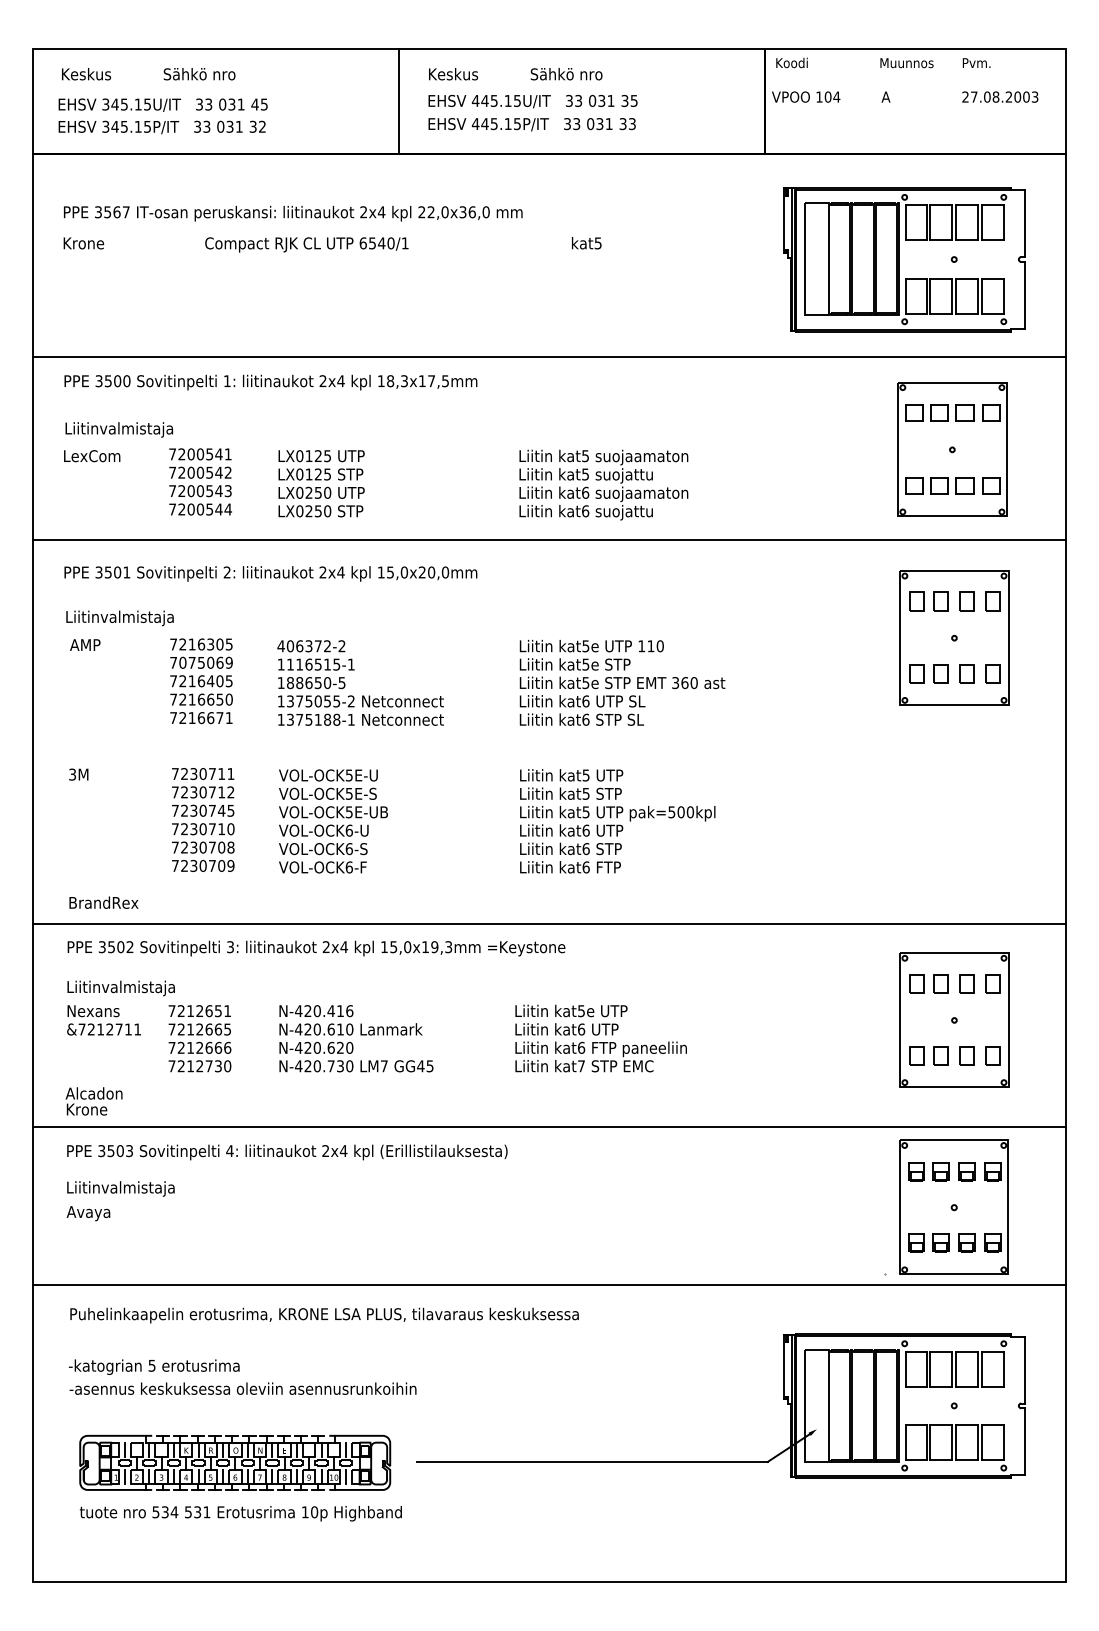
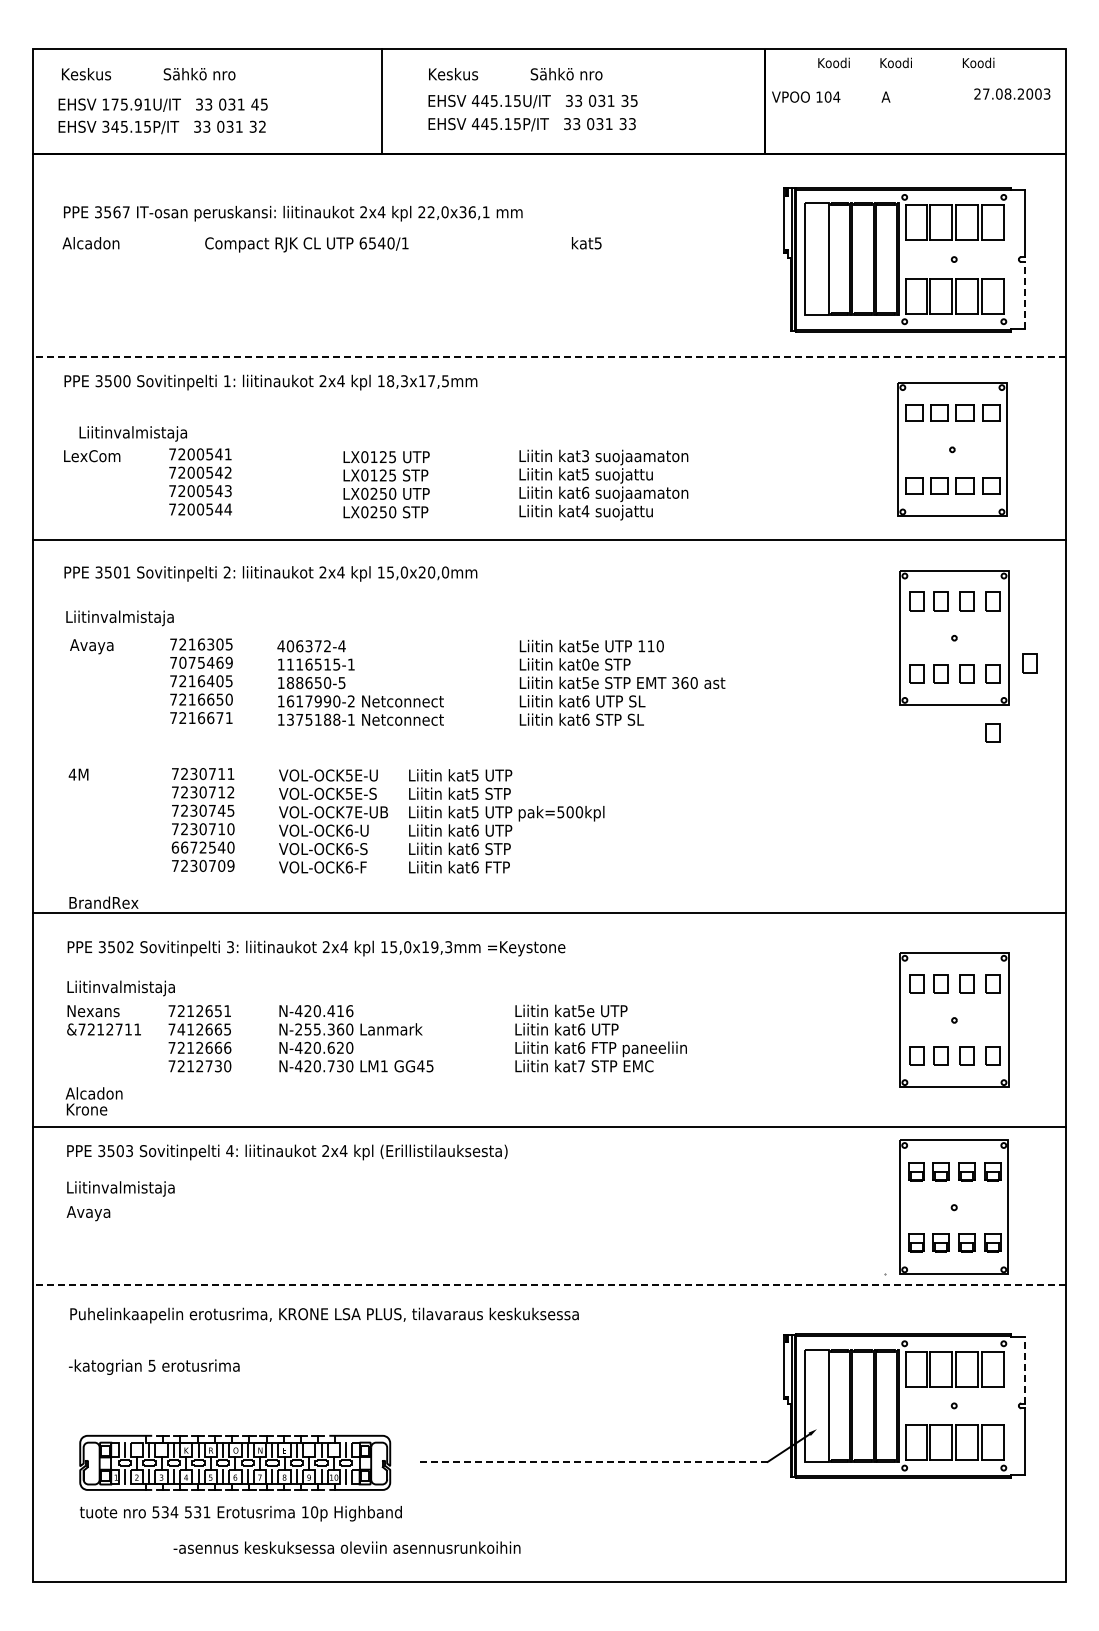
text at (791, 62) position: (791, 62) -> (833, 62)
text at (907, 62): Muunnos -> Koodi
text at (979, 62): Pvm. -> Koodi
text at (1000, 96) position: (1000, 96) -> (1012, 93)
line at (398, 100) position: (398, 100) -> (381, 100)
text at (126, 104): 345.15U/IT -> 175.91U/IT
text at (485, 212): 22,0x36,0 -> 22,0x36,1
text at (90, 243): Krone -> Alcadon
line at (1025, 294): solid -> dashed
line at (549, 356): solid -> dashed
text at (118, 429) position: (118, 429) -> (132, 433)
text at (585, 455): kat5 -> kat3
text at (321, 483) position: (321, 483) -> (386, 484)
text at (585, 511): kat6 -> kat4
text at (96, 646): AMP -> Avaya
text at (341, 646): 406372-2 -> 406372-4
text at (210, 662): 7075069 -> 7075469
part at (1029, 663): none -> present
text at (585, 664): kat5e -> kat0e
text at (313, 701): 1375055-2 -> 1617990-2
part at (992, 732): none -> present
text at (72, 774): 3M -> 4M
text at (348, 812): VOL-OCK5E-UB -> VOL-OCK7E-UB
text at (617, 821) position: (617, 821) -> (506, 821)
text at (202, 847): 7230708 -> 6672540
line at (549, 924) position: (549, 924) -> (549, 913)
text at (181, 1029): 7212665 -> 7412665
text at (319, 1029): N-420.610 -> N-255.360
text at (384, 1066): LM7 -> LM1
line at (549, 1285): solid -> dashed
line at (1025, 1369): solid -> dashed
text at (242, 1388) position: (242, 1388) -> (346, 1547)
line at (591, 1461): solid -> dashed
